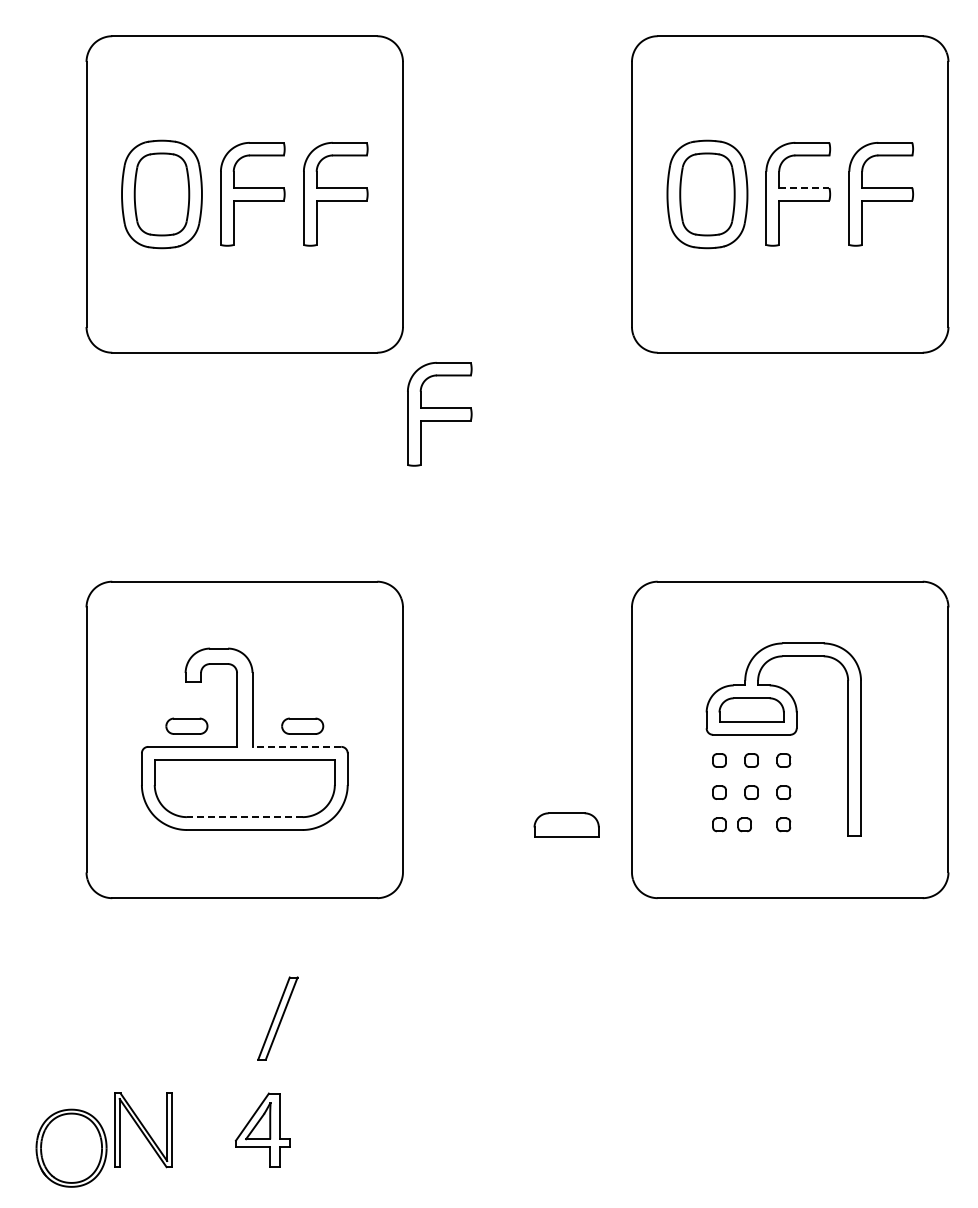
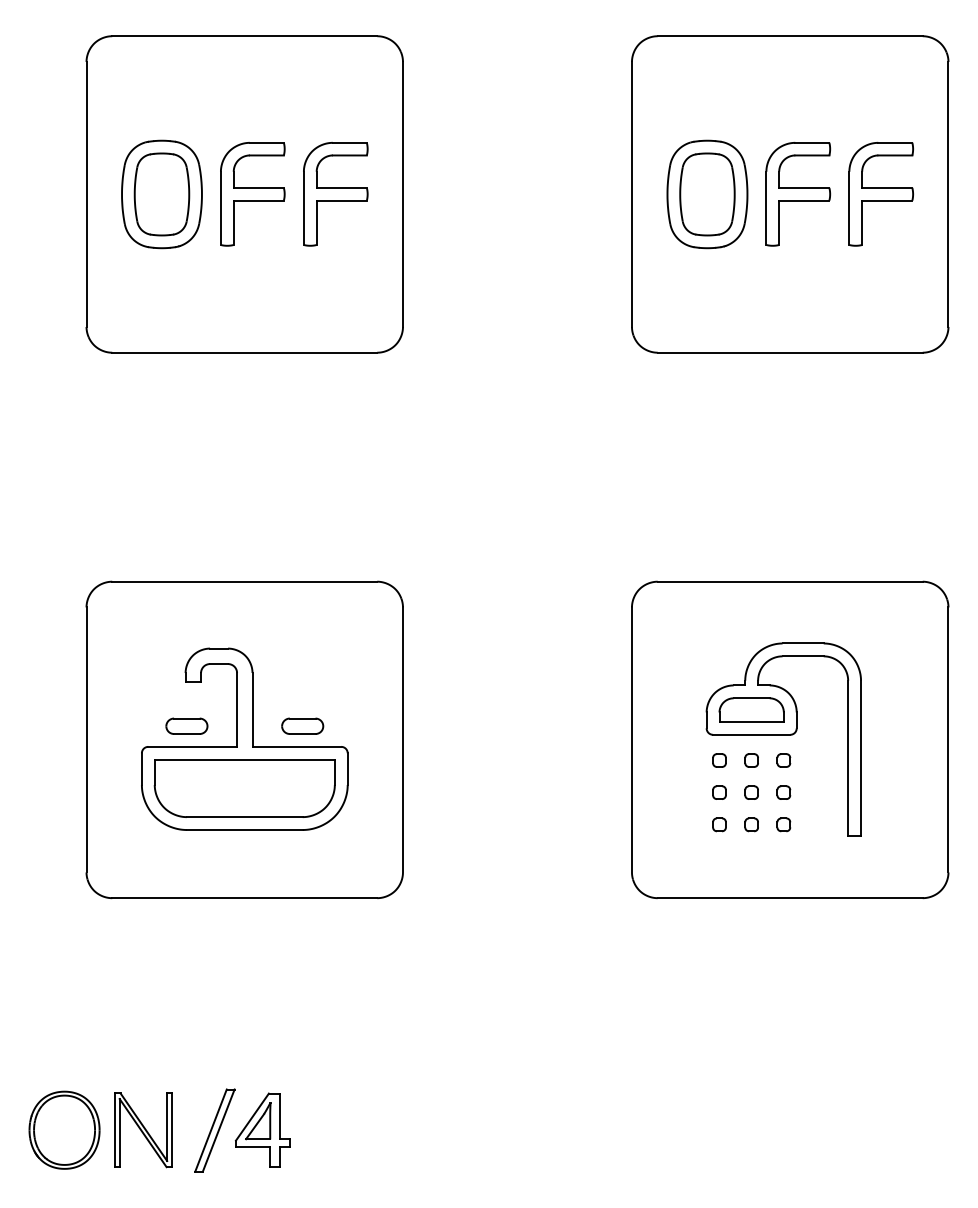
line at (804, 187): dashed -> solid
part at (439, 414): present -> none
line at (296, 746): dashed -> solid
line at (244, 817): dashed -> solid
part at (566, 824): present -> none
part at (744, 824) position: (744, 824) -> (751, 824)
part at (277, 1018) position: (277, 1018) -> (214, 1130)
part at (71, 1147) position: (71, 1147) -> (64, 1129)
